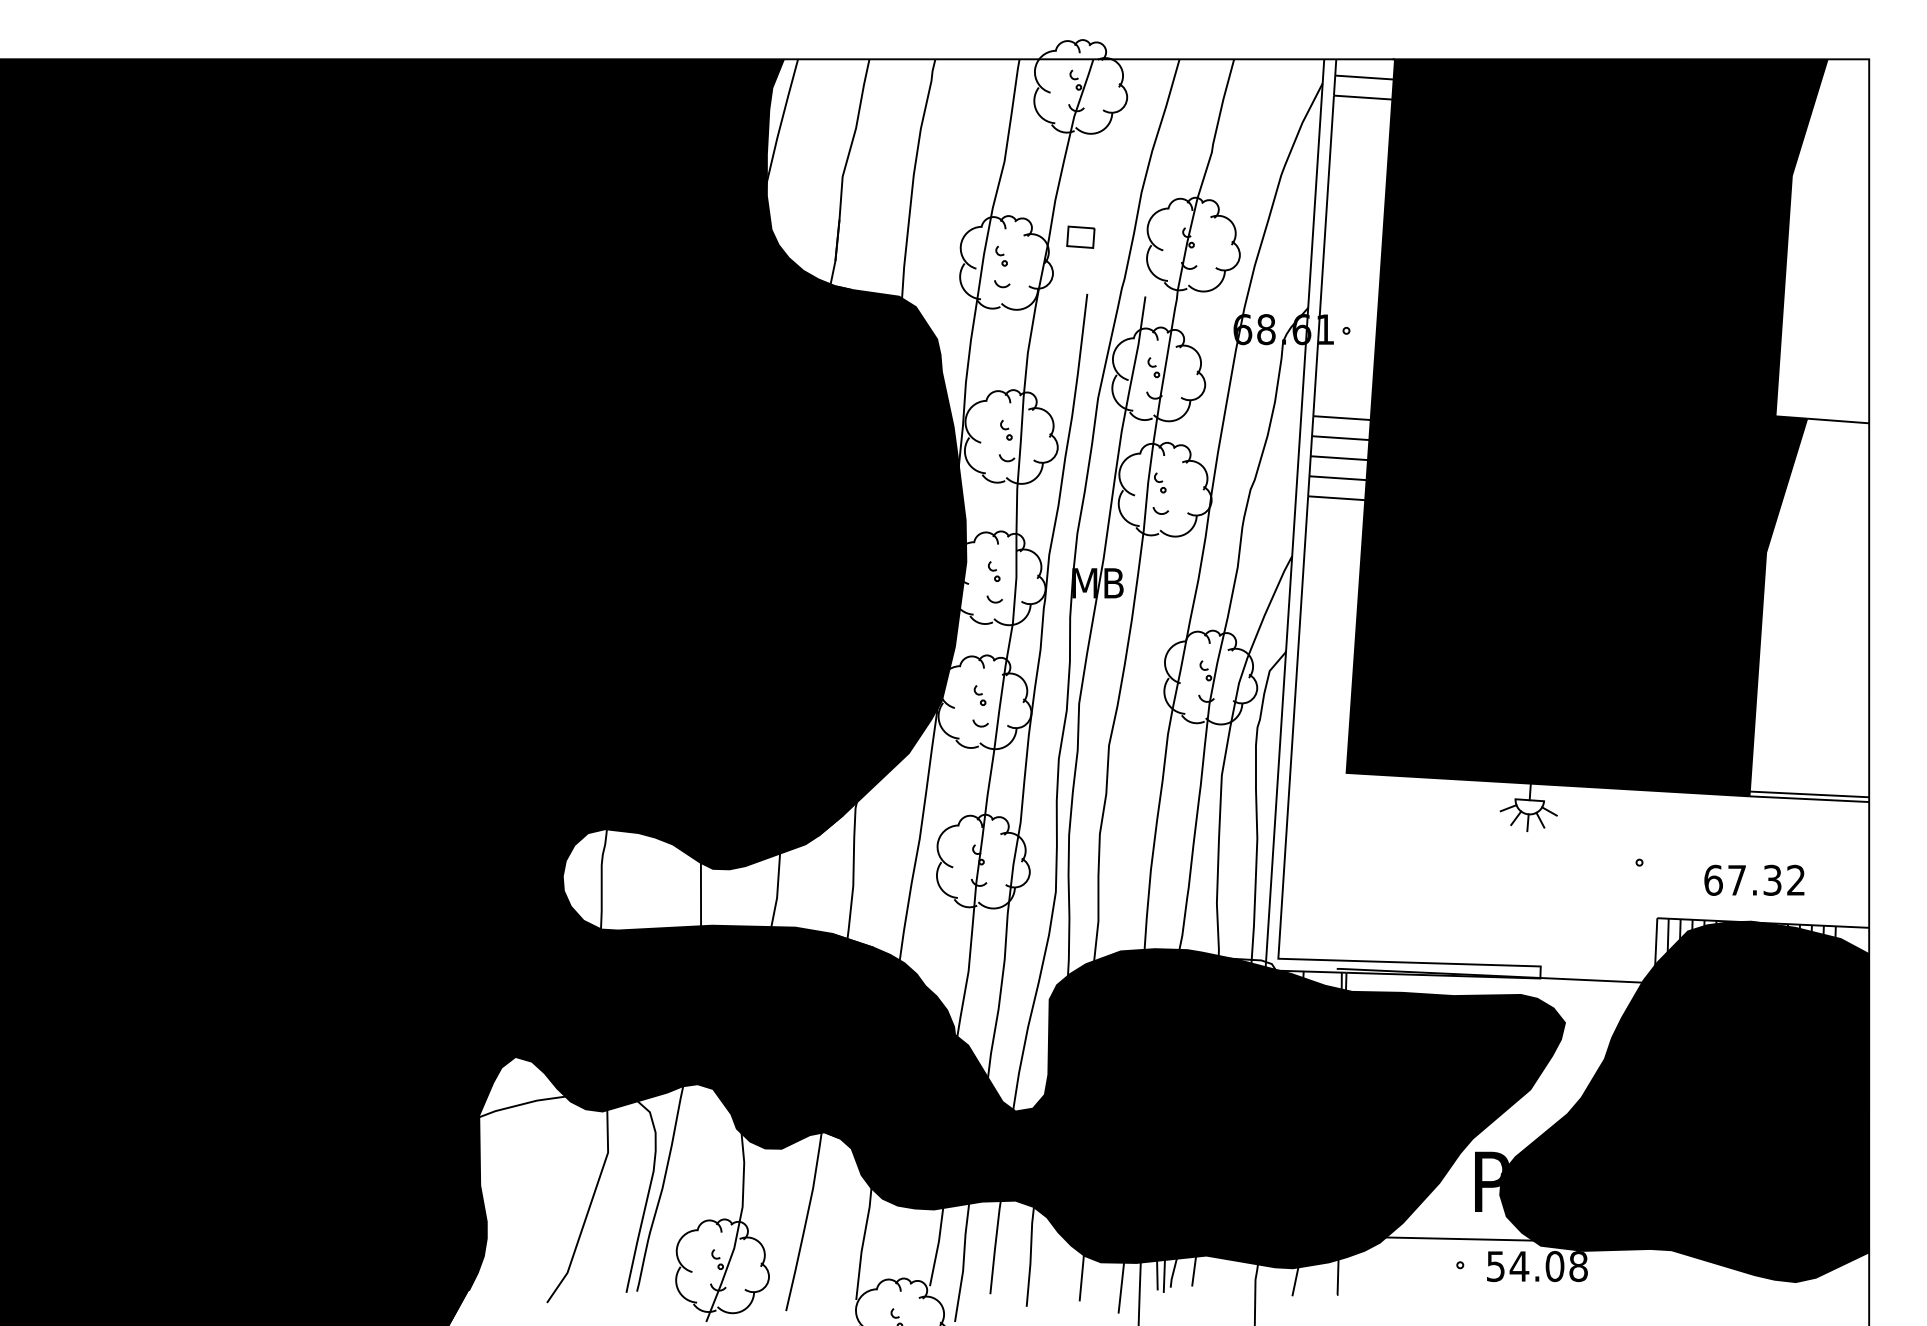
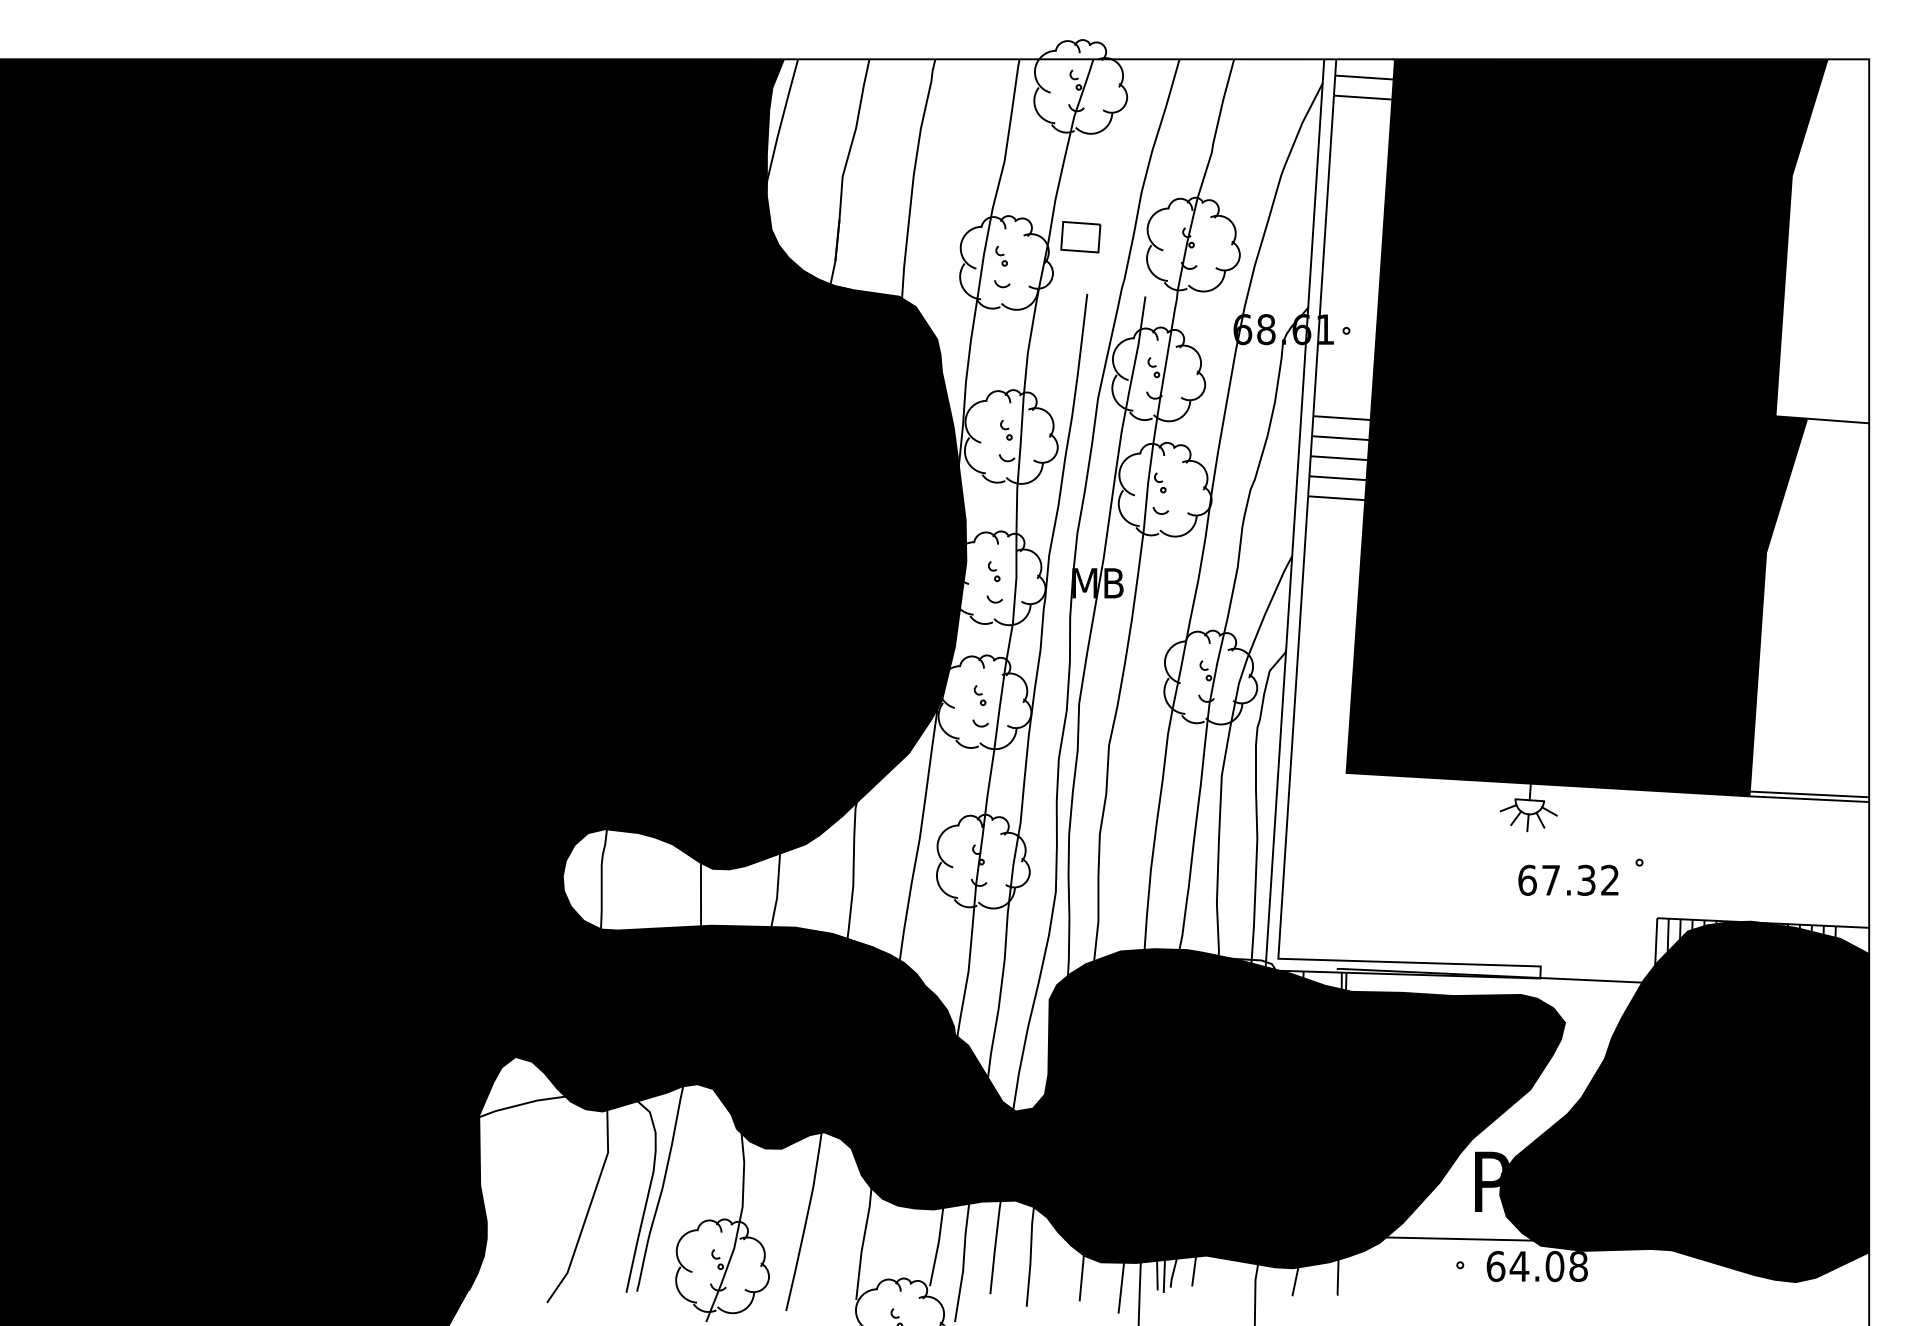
part at (1080, 236) size: 30x24 px -> 42x33 px
text at (1754, 879) position: (1754, 879) -> (1568, 879)
text at (1495, 1266): 54.08 -> 64.08
